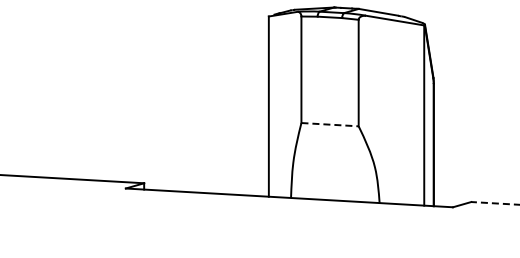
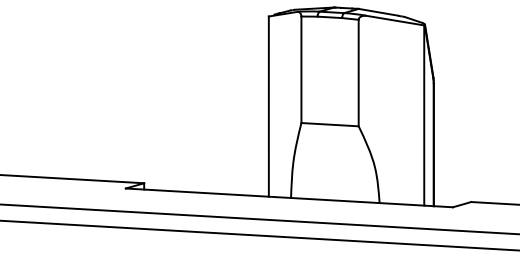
line at (330, 124): dashed -> solid
line at (495, 203): dashed -> solid
line at (259, 219): none -> present
line at (259, 235): none -> present
